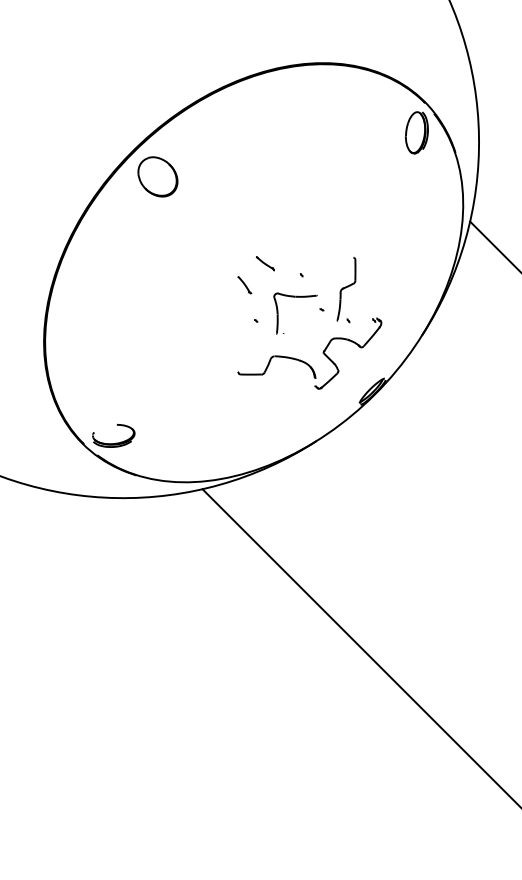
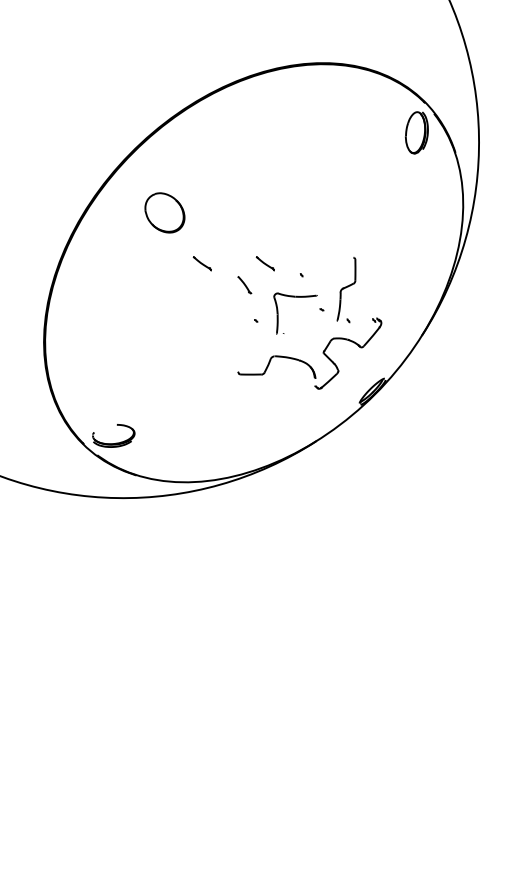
part at (157, 176) position: (157, 176) -> (164, 212)
line at (494, 245): present -> none
line at (201, 263): none -> present
line at (360, 647): present -> none
